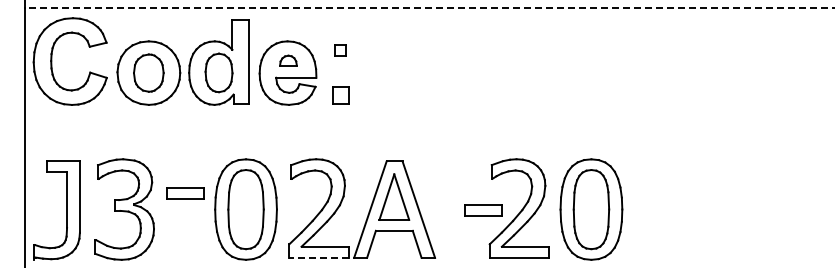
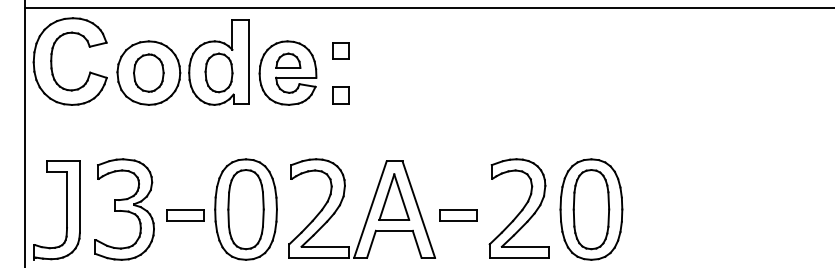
line at (429, 8): dashed -> solid
part at (340, 50) size: 13x13 px -> 18x18 px
part at (288, 60) size: 19x13 px -> 27x17 px
part at (185, 193) position: (185, 193) -> (185, 215)
part at (483, 210) position: (483, 210) -> (458, 215)
line at (319, 257): dashed -> solid
